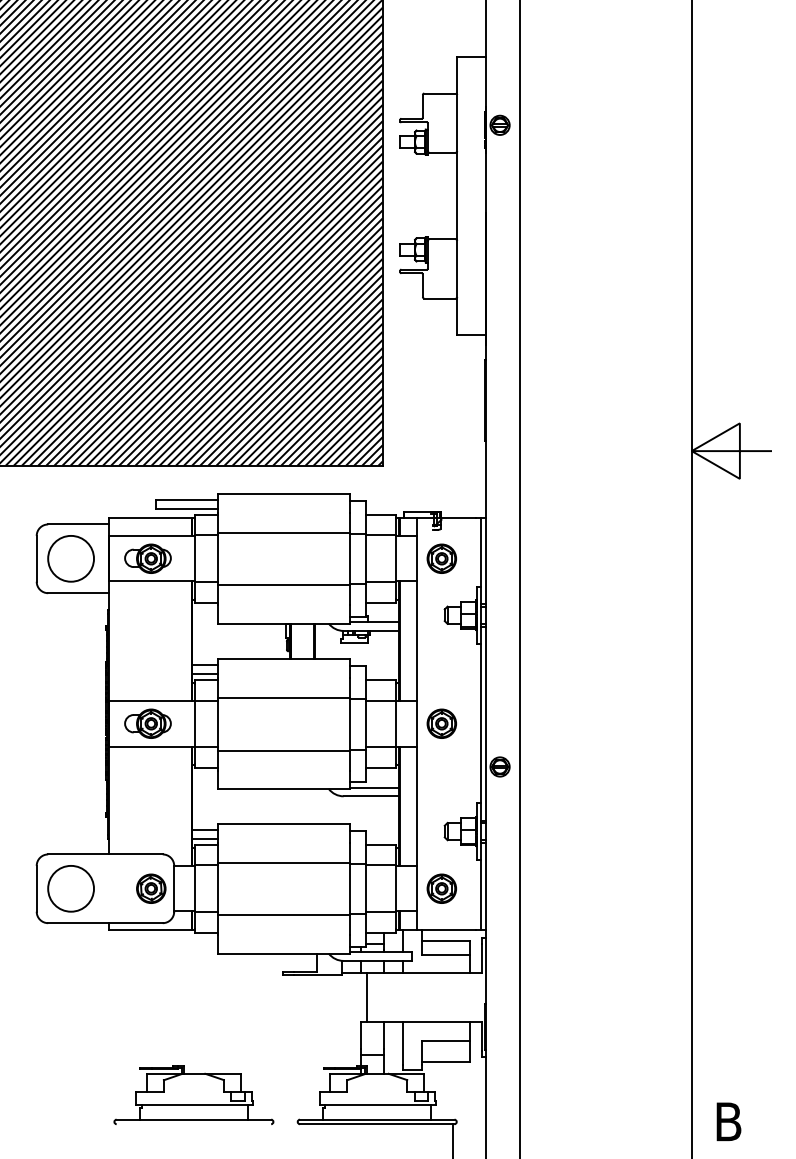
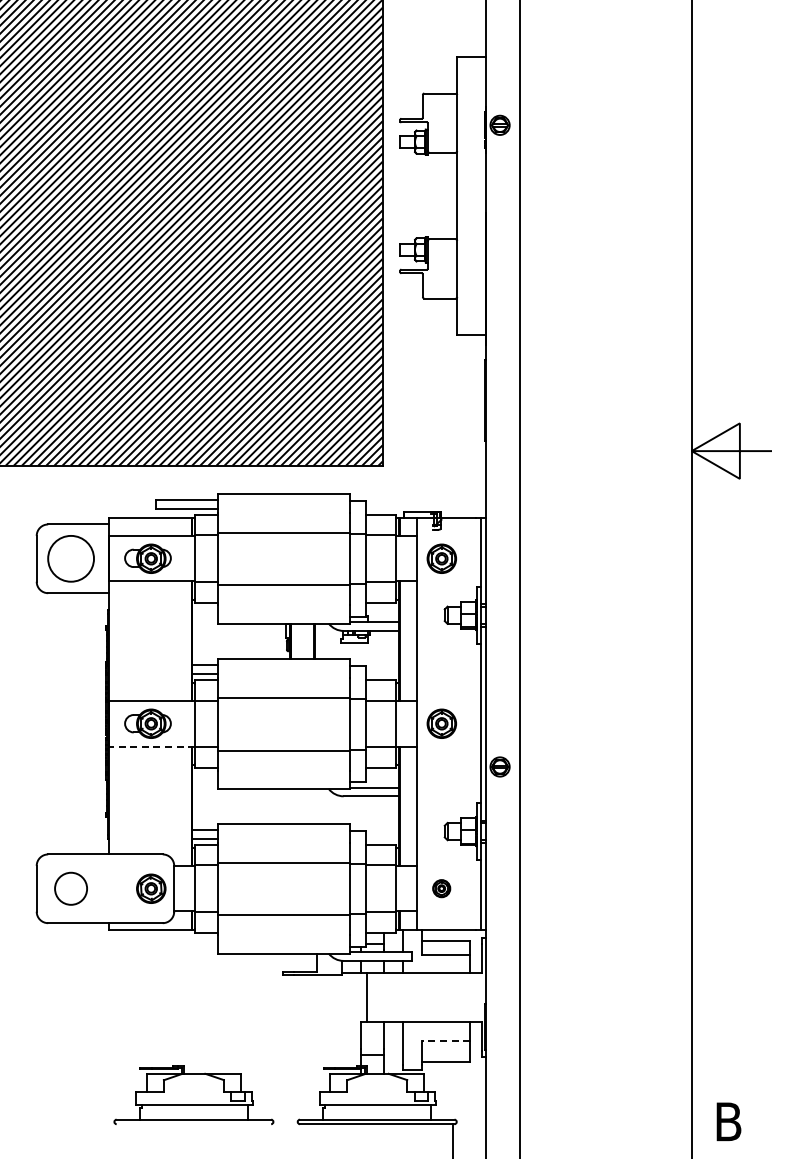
line at (152, 746): solid -> dashed
circle at (71, 888) diameter: 46 px -> 32 px
part at (441, 888) size: 31x31 px -> 20x20 px
line at (445, 1040): solid -> dashed
